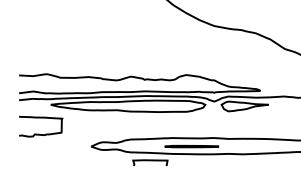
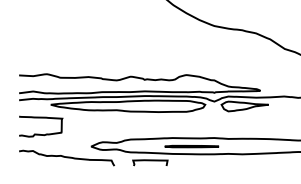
curve at (66, 157): none -> present
